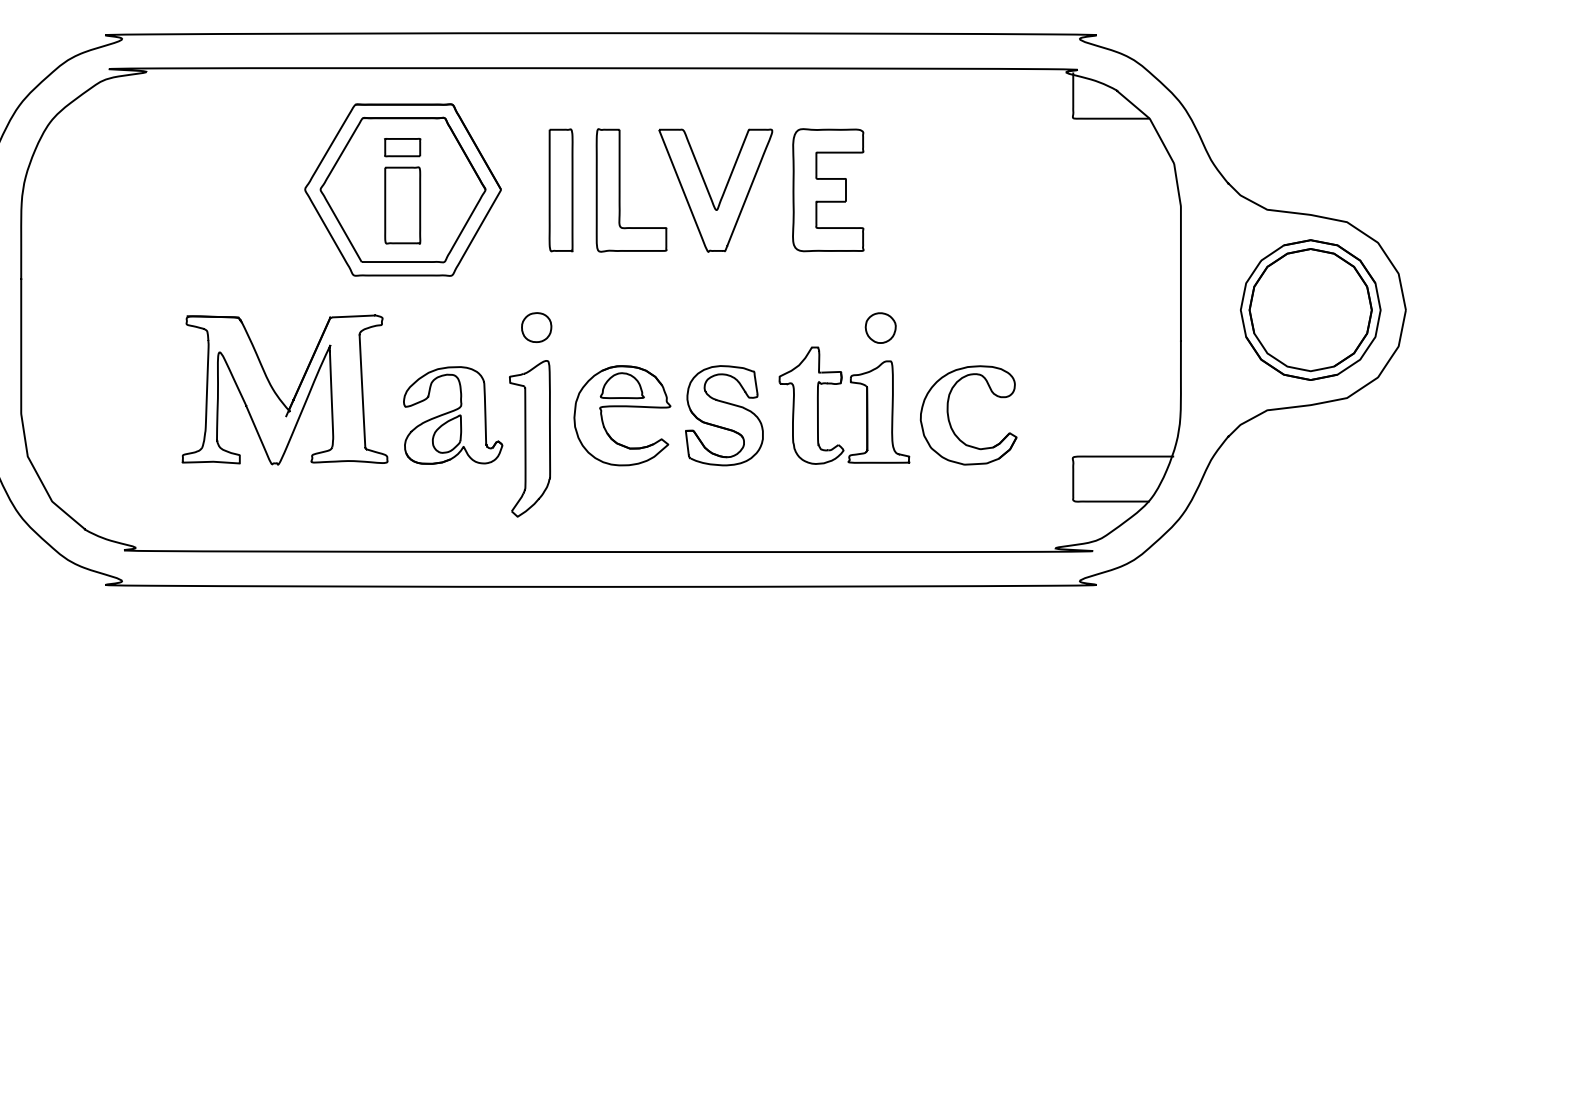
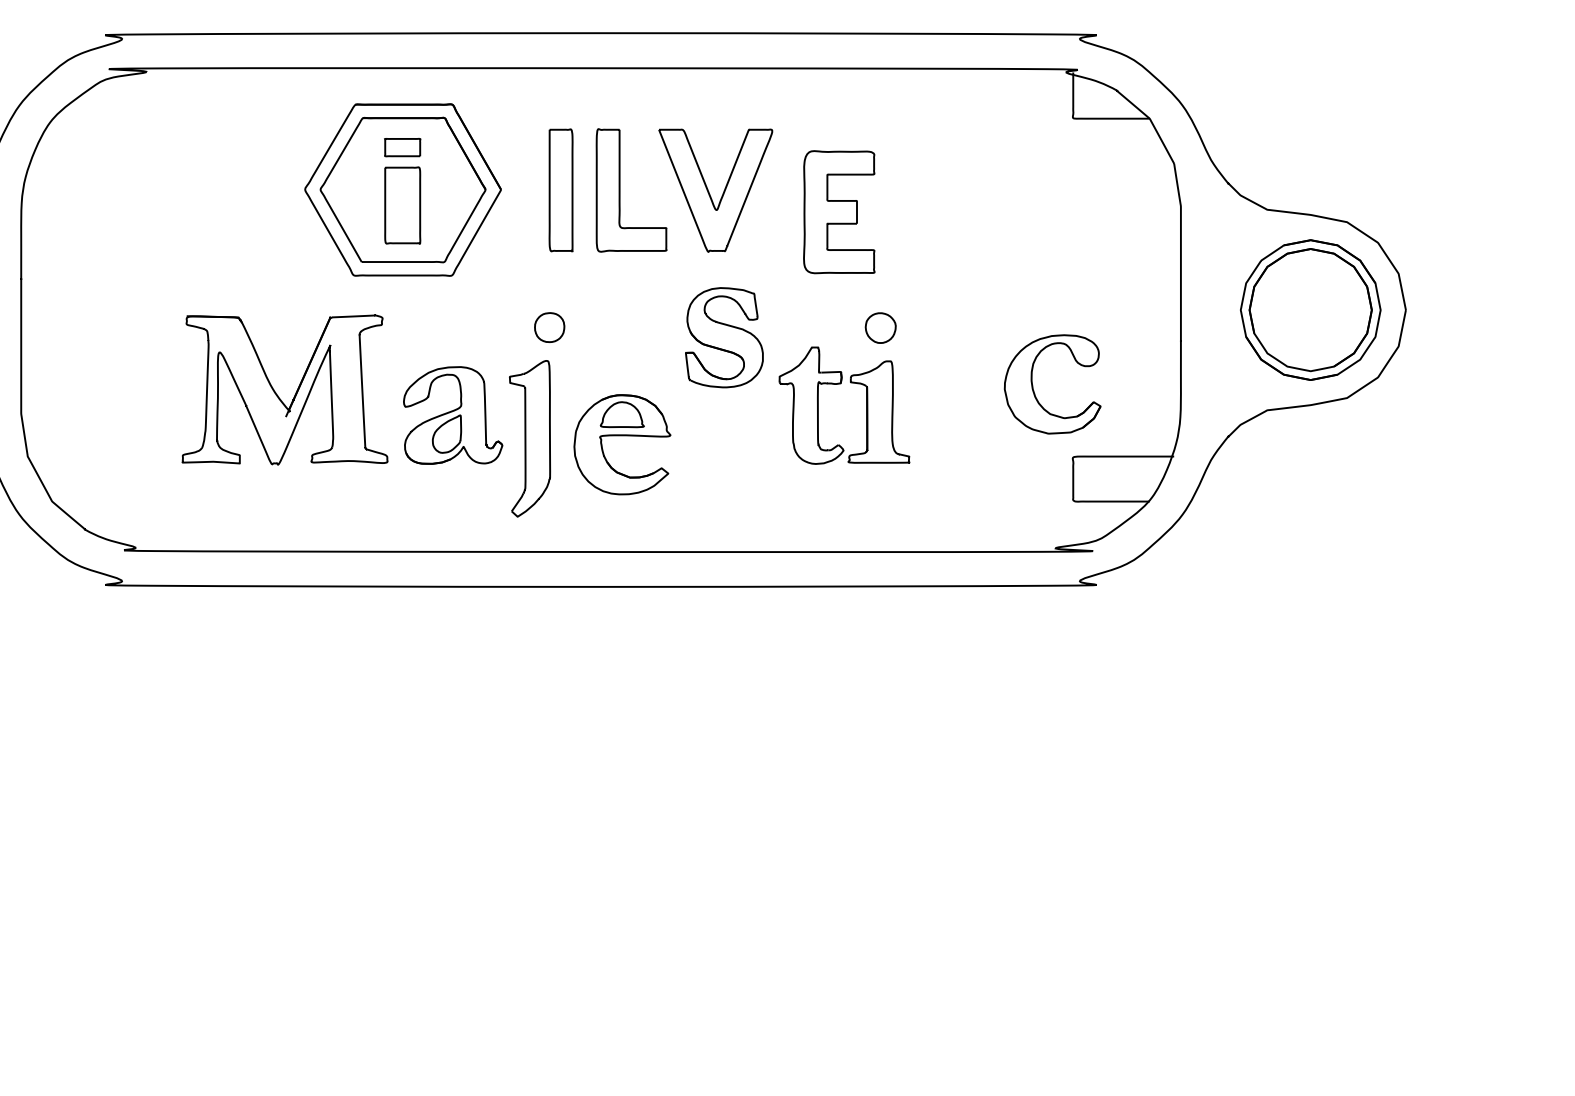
part at (828, 190) position: (828, 190) -> (839, 212)
part at (536, 327) position: (536, 327) -> (549, 327)
part at (622, 407) position: (622, 407) -> (622, 436)
part at (724, 415) position: (724, 415) -> (724, 337)
part at (950, 421) position: (950, 421) -> (1034, 390)
